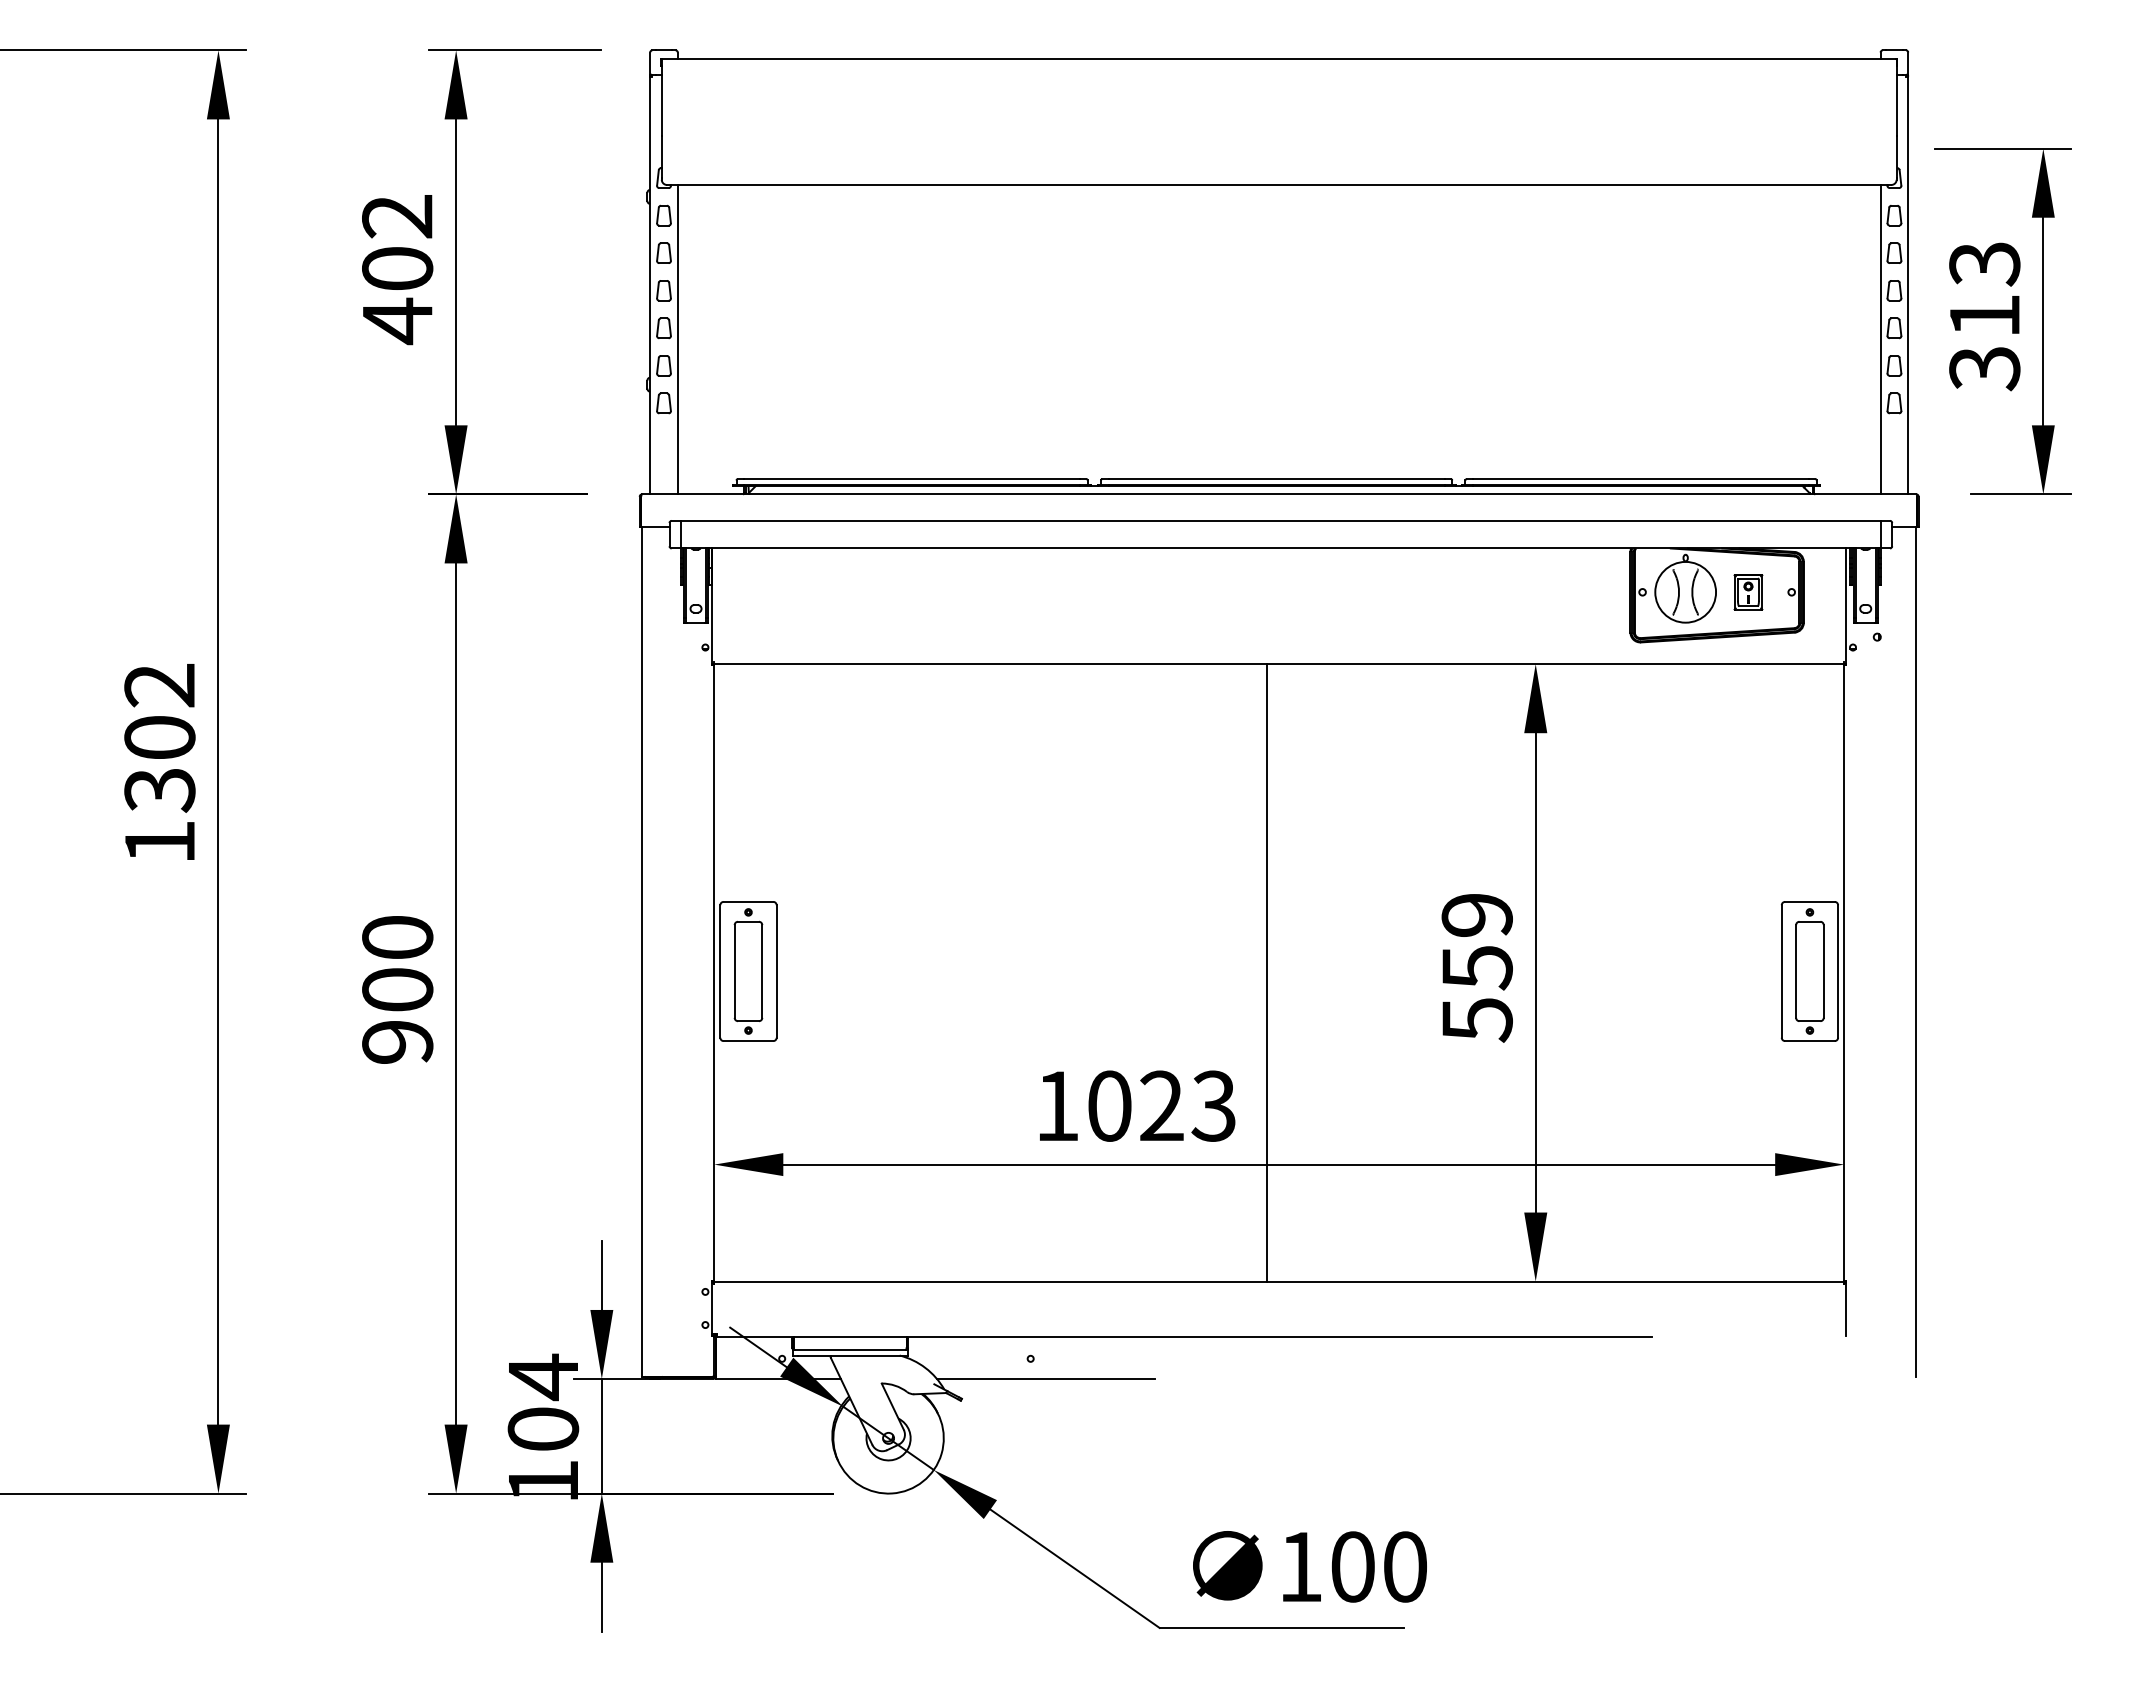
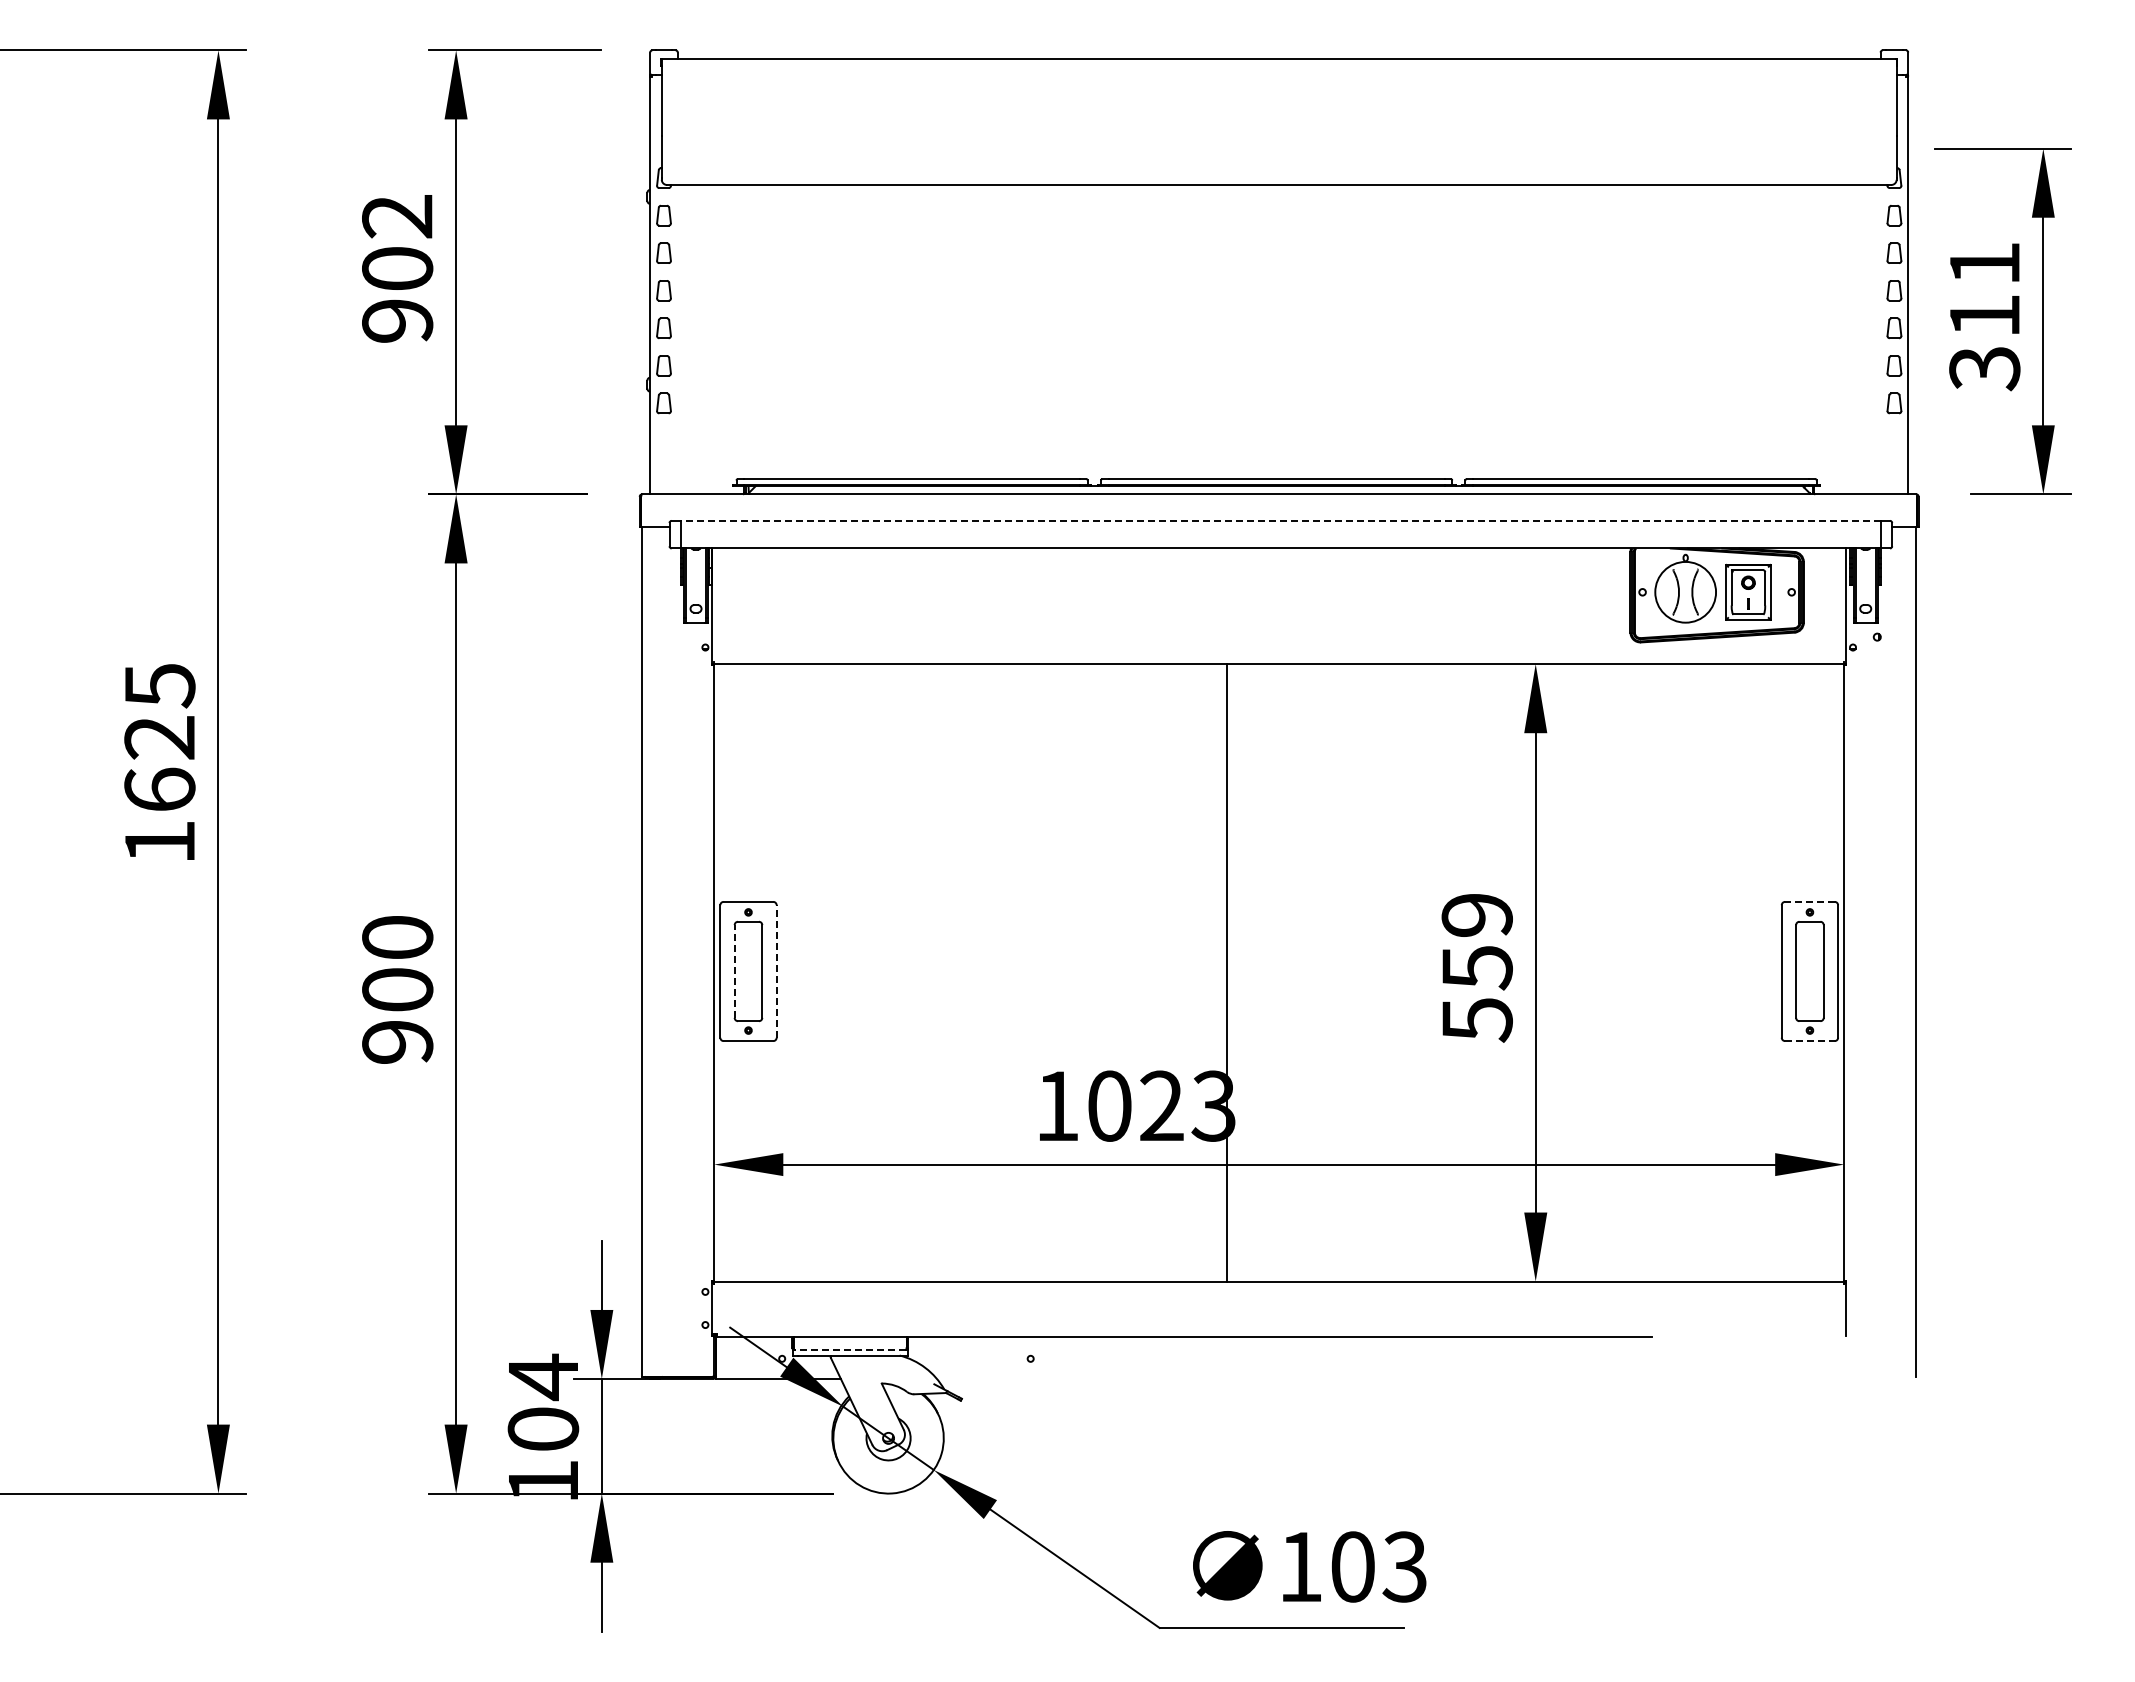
text at (1984, 264): 313 -> 311
text at (397, 321): 402 -> 902
line at (677, 339): present -> none
line at (1880, 339): present -> none
line at (1280, 520): solid -> dashed
part at (1748, 592) size: 31x37 px -> 47x58 px
text at (159, 738): 1302 -> 1625
line at (1809, 901): solid -> dashed
line at (734, 970): solid -> dashed
line at (776, 970): solid -> dashed
line at (1267, 972) position: (1267, 972) -> (1227, 972)
line at (1809, 1041): solid -> dashed
line at (849, 1350): solid -> dashed
line at (1045, 1378): present -> none
text at (1404, 1566): 100 -> 103
